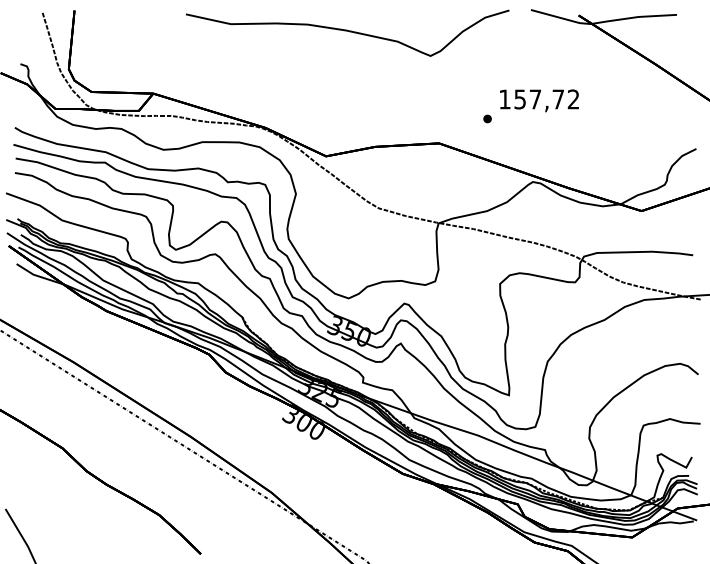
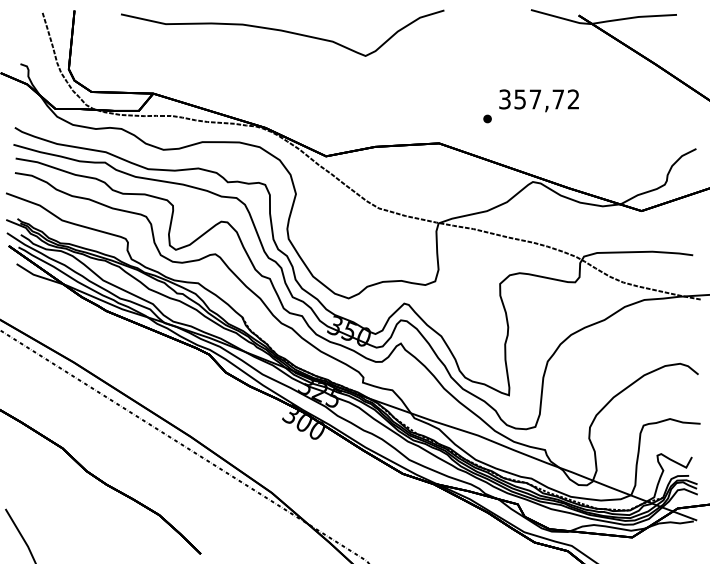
curve at (347, 31) position: (347, 31) -> (282, 31)
text at (504, 99): 157,72 -> 357,72
